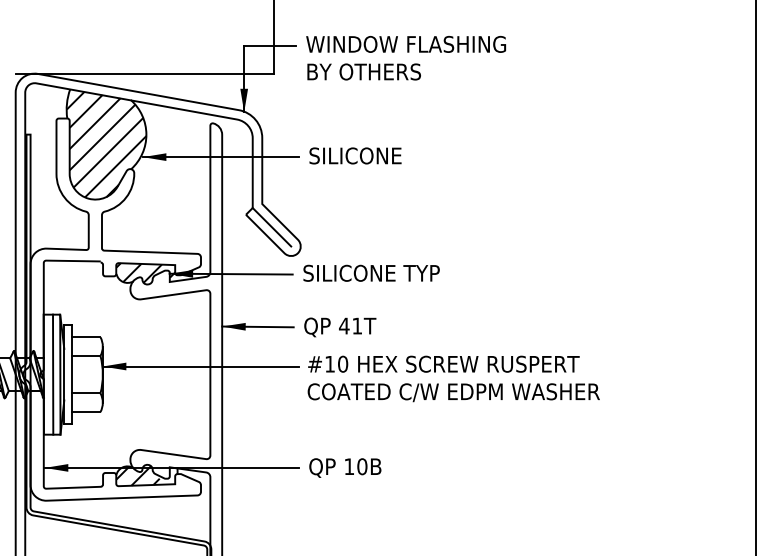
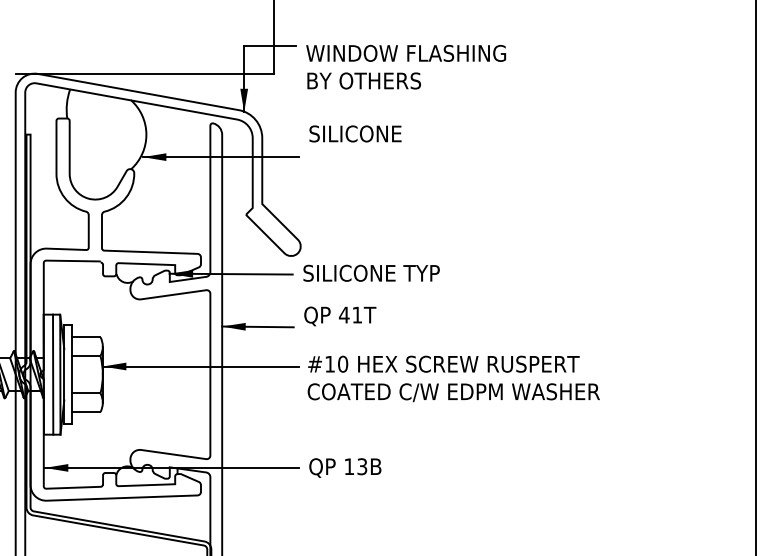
text at (406, 58) position: (406, 58) -> (406, 67)
hatch at (106, 144): present -> none
text at (355, 155) position: (355, 155) -> (355, 133)
line at (271, 227): present -> none
hatch at (145, 272): present -> none
text at (340, 327) position: (340, 327) -> (340, 316)
text at (362, 466): 10B -> 13B
hatch at (143, 475): present -> none
